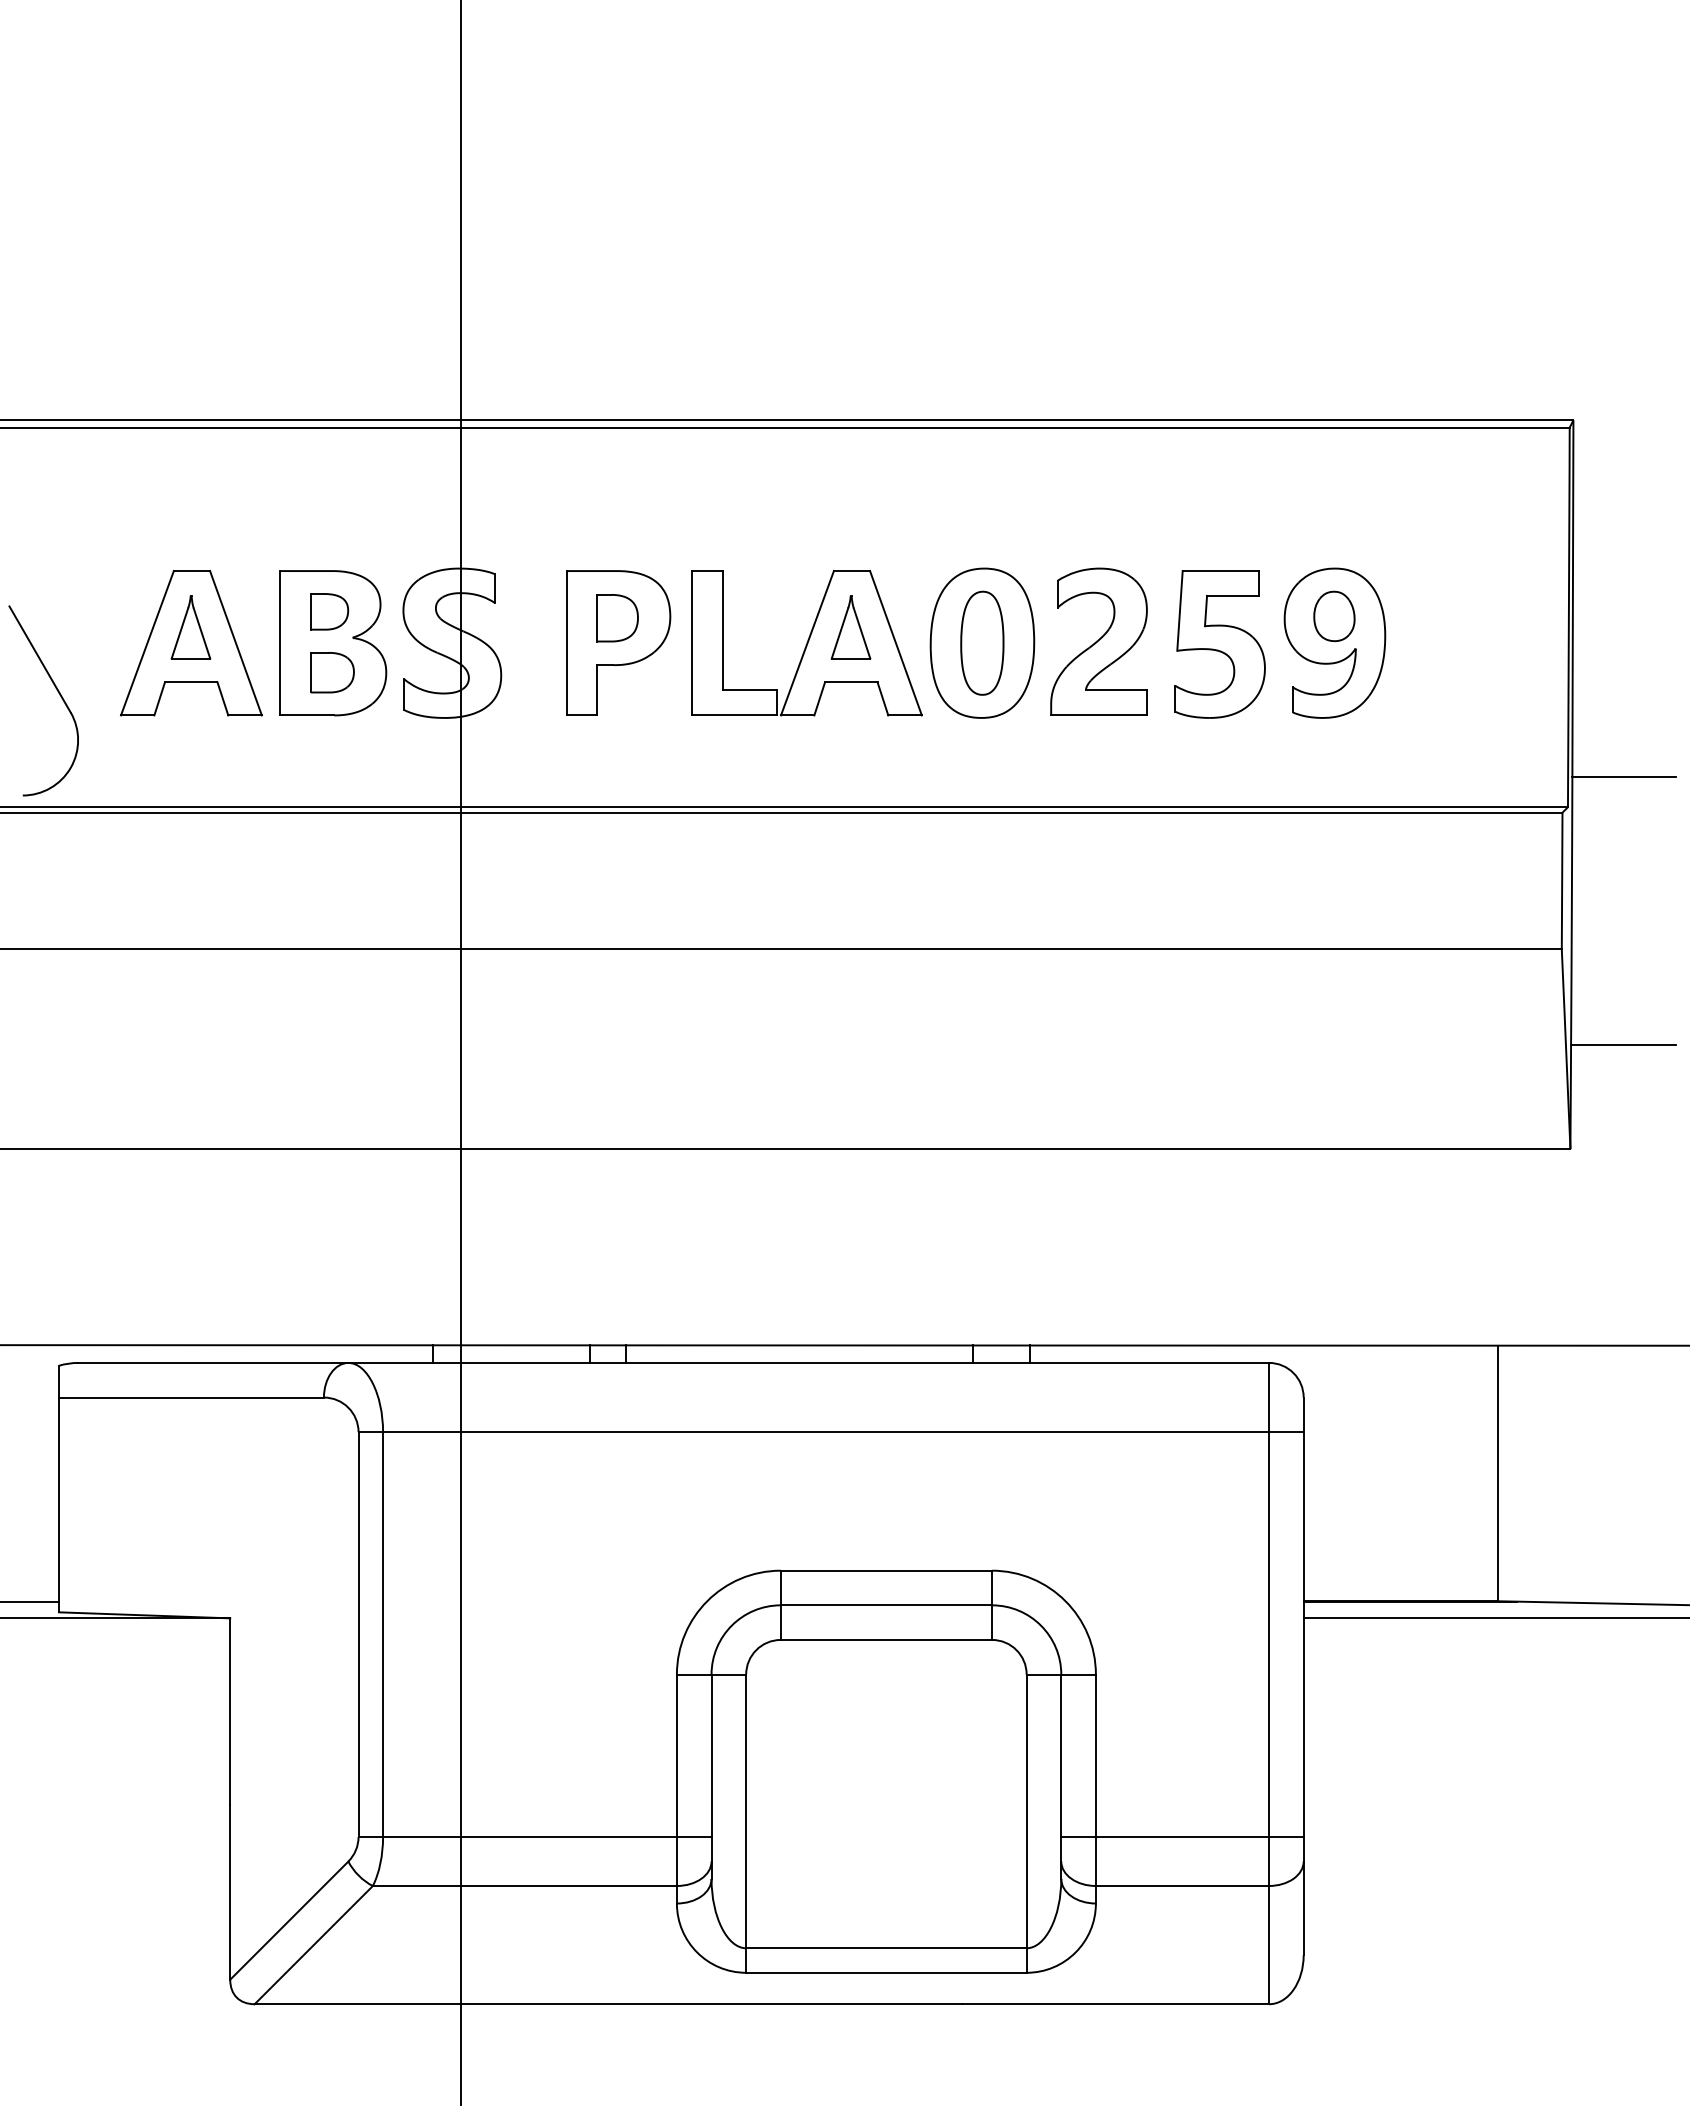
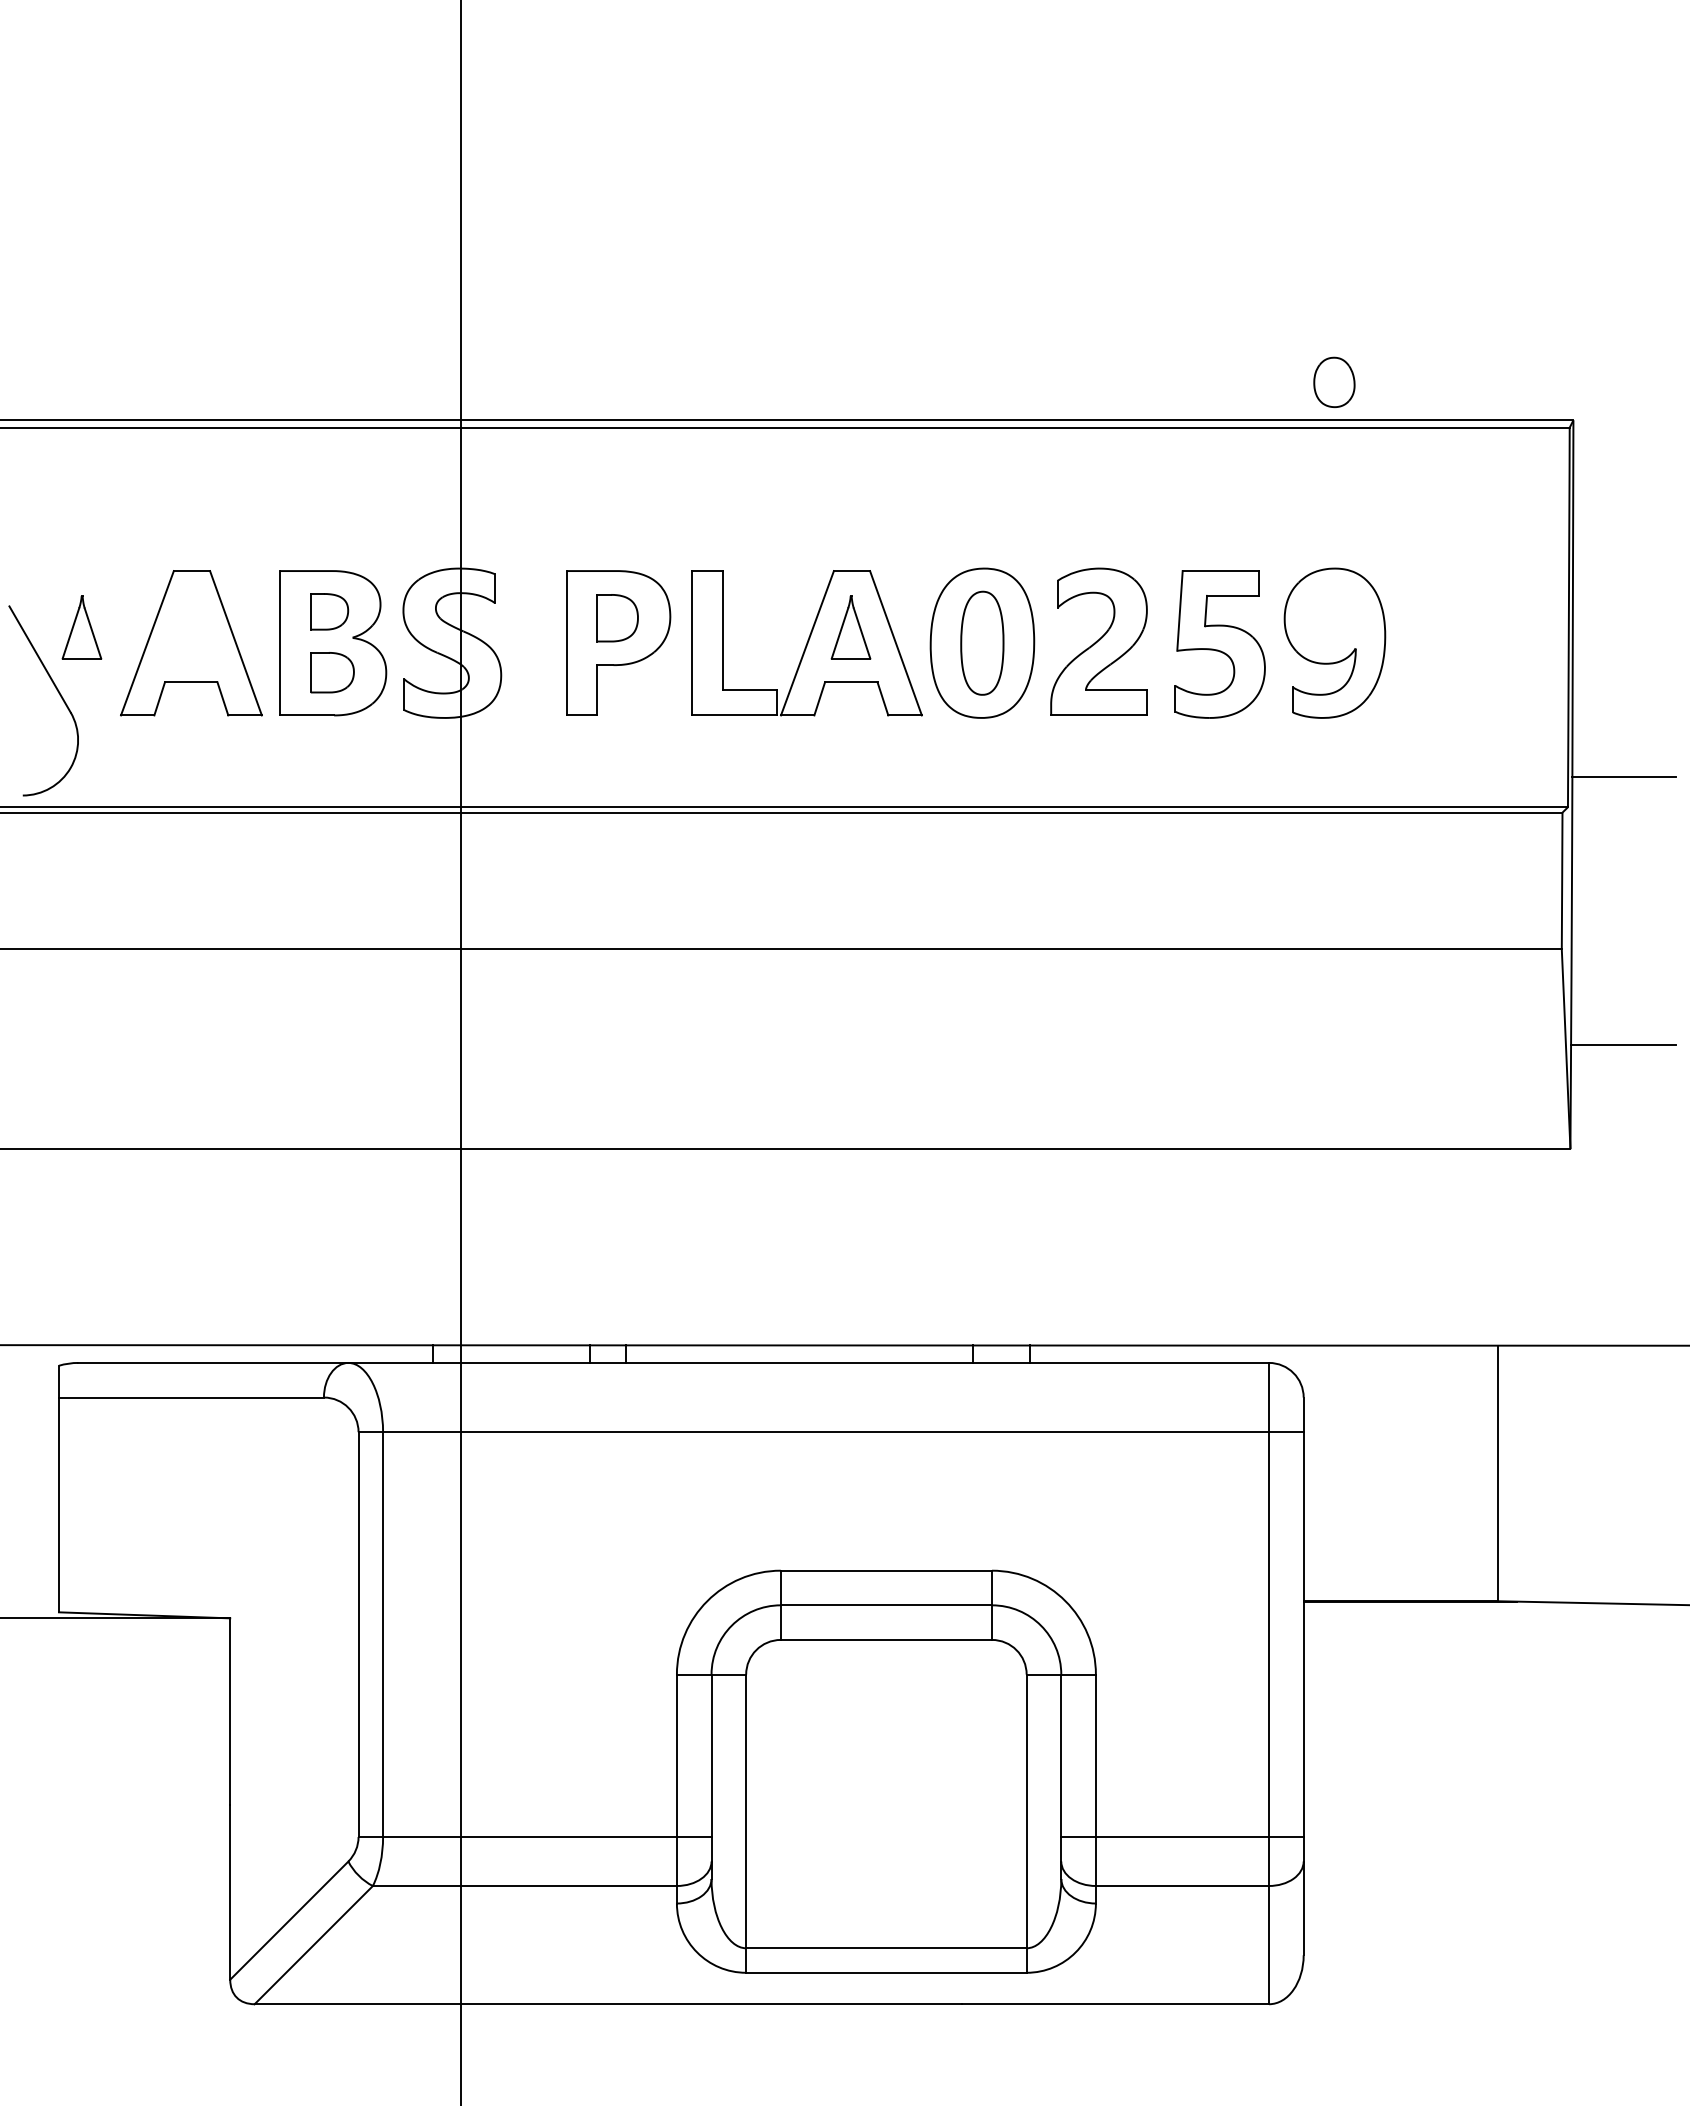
part at (1334, 616) position: (1334, 616) -> (1334, 382)
part at (190, 627) position: (190, 627) -> (81, 627)
line at (30, 1601): present -> none
line at (1494, 1618): present -> none
